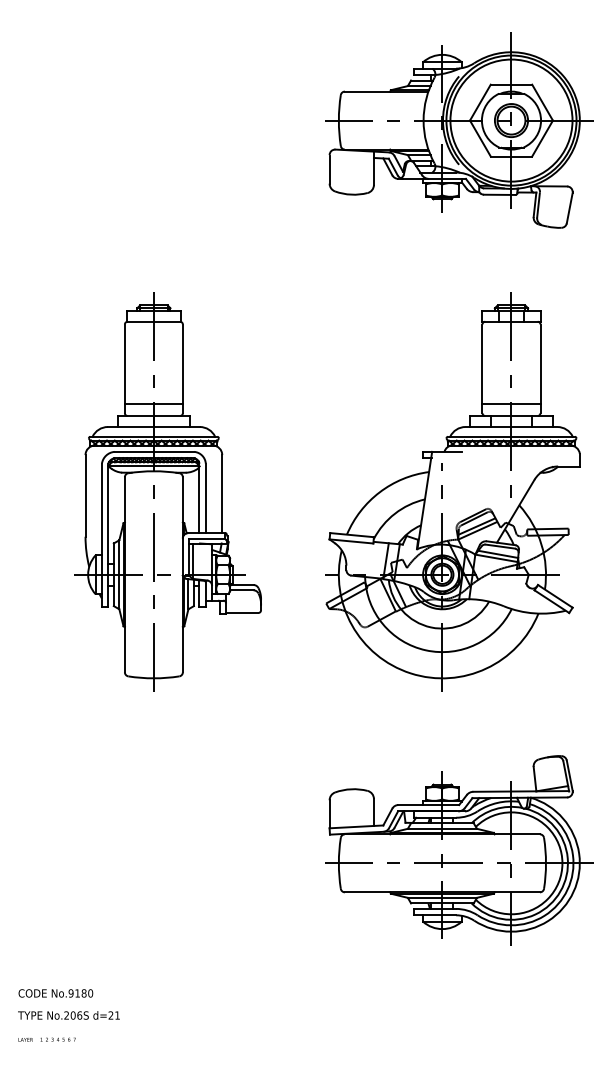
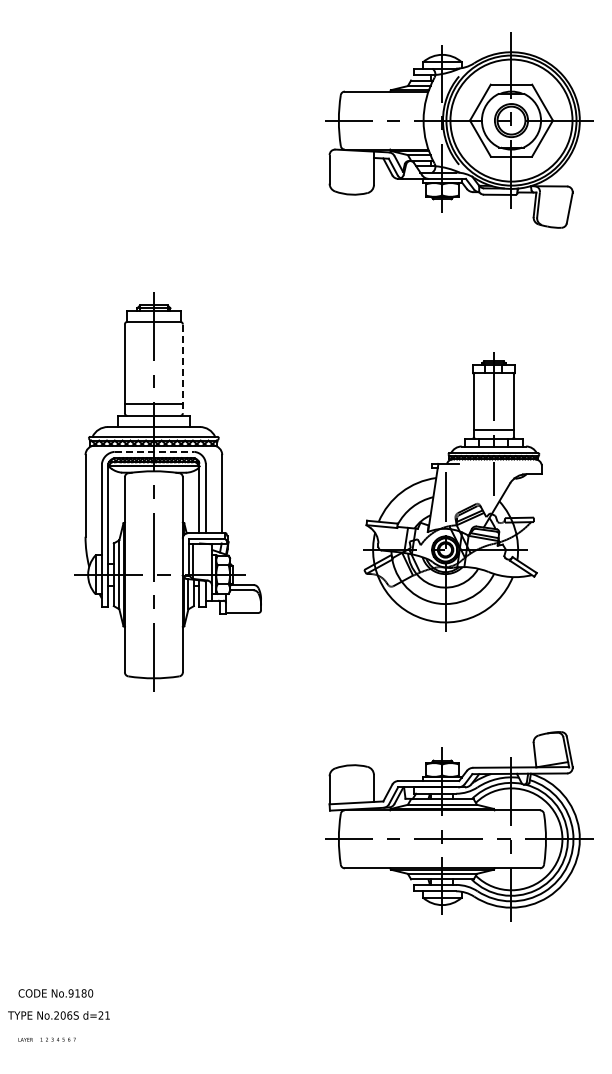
line at (182, 369): solid -> dashed
line at (154, 451): solid -> dashed
part at (452, 491) size: 256x400 px -> 180x280 px
part at (459, 850) position: (459, 850) -> (459, 826)
text at (68, 1015) position: (68, 1015) -> (58, 1015)
